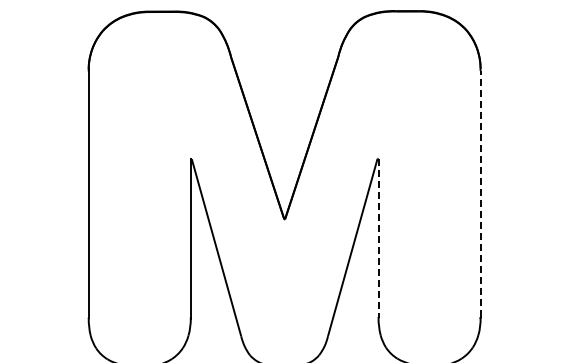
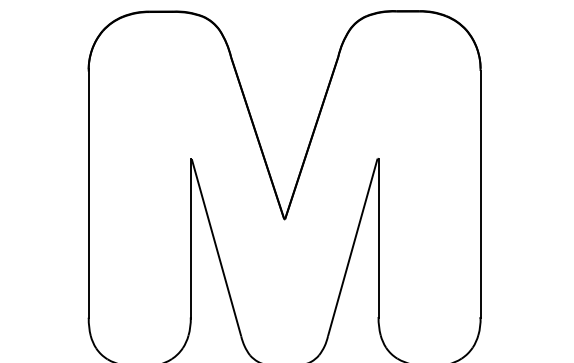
line at (480, 193): dashed -> solid
line at (378, 238): dashed -> solid
